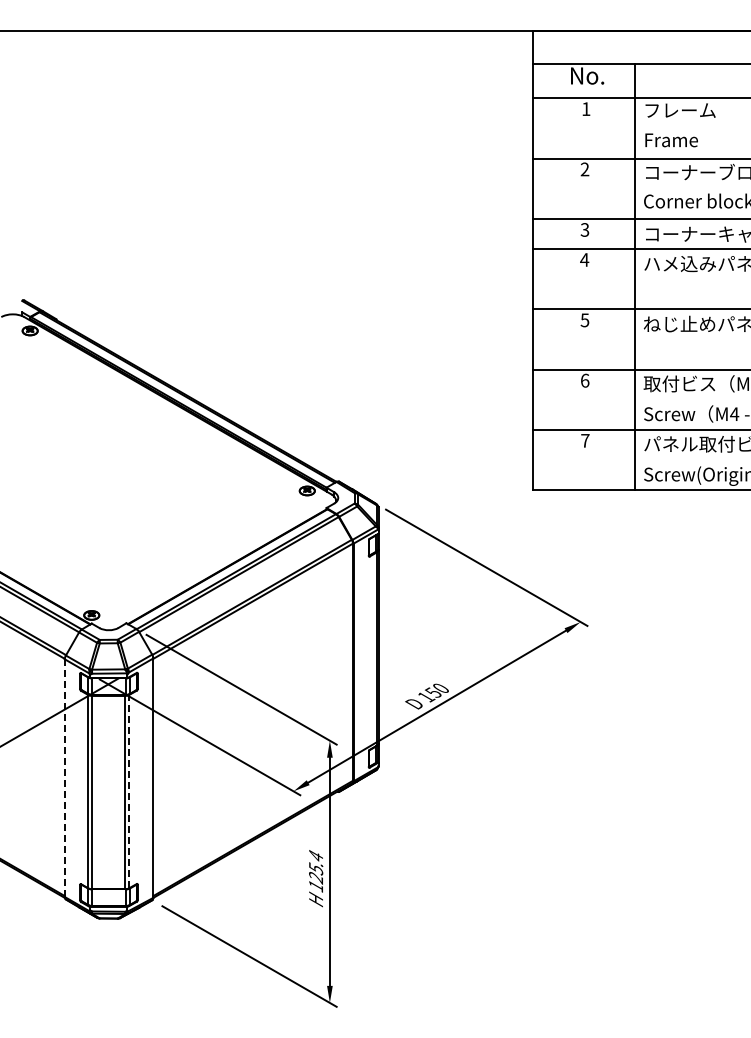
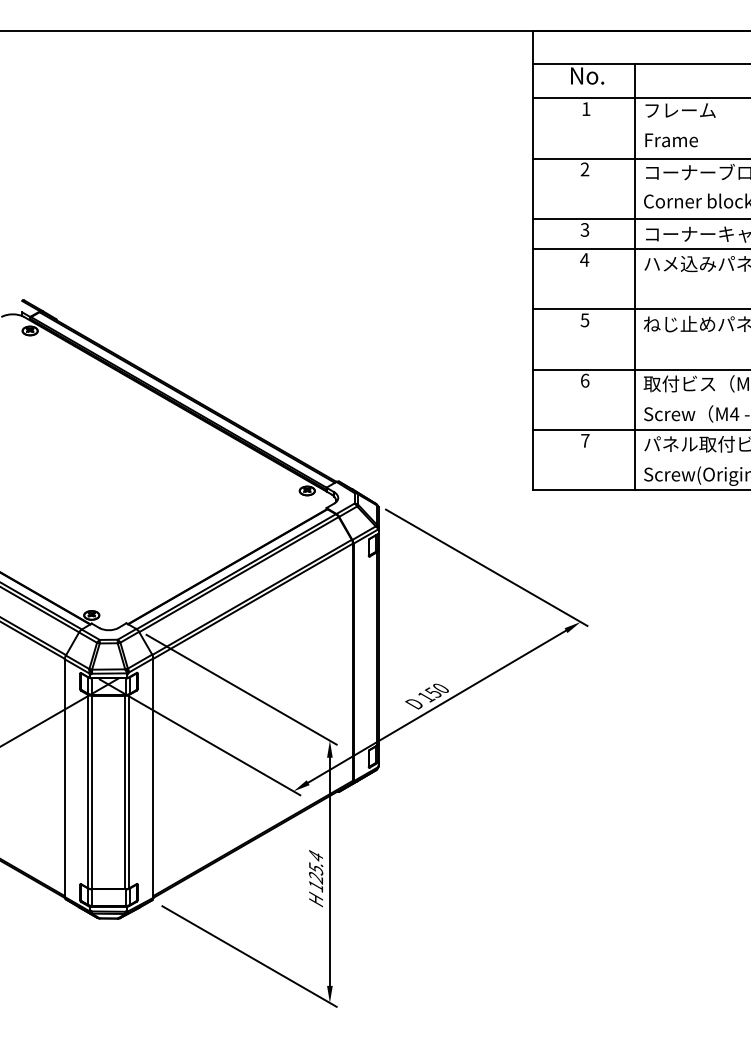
line at (64, 778): dashed -> solid
line at (129, 791): dashed -> solid
